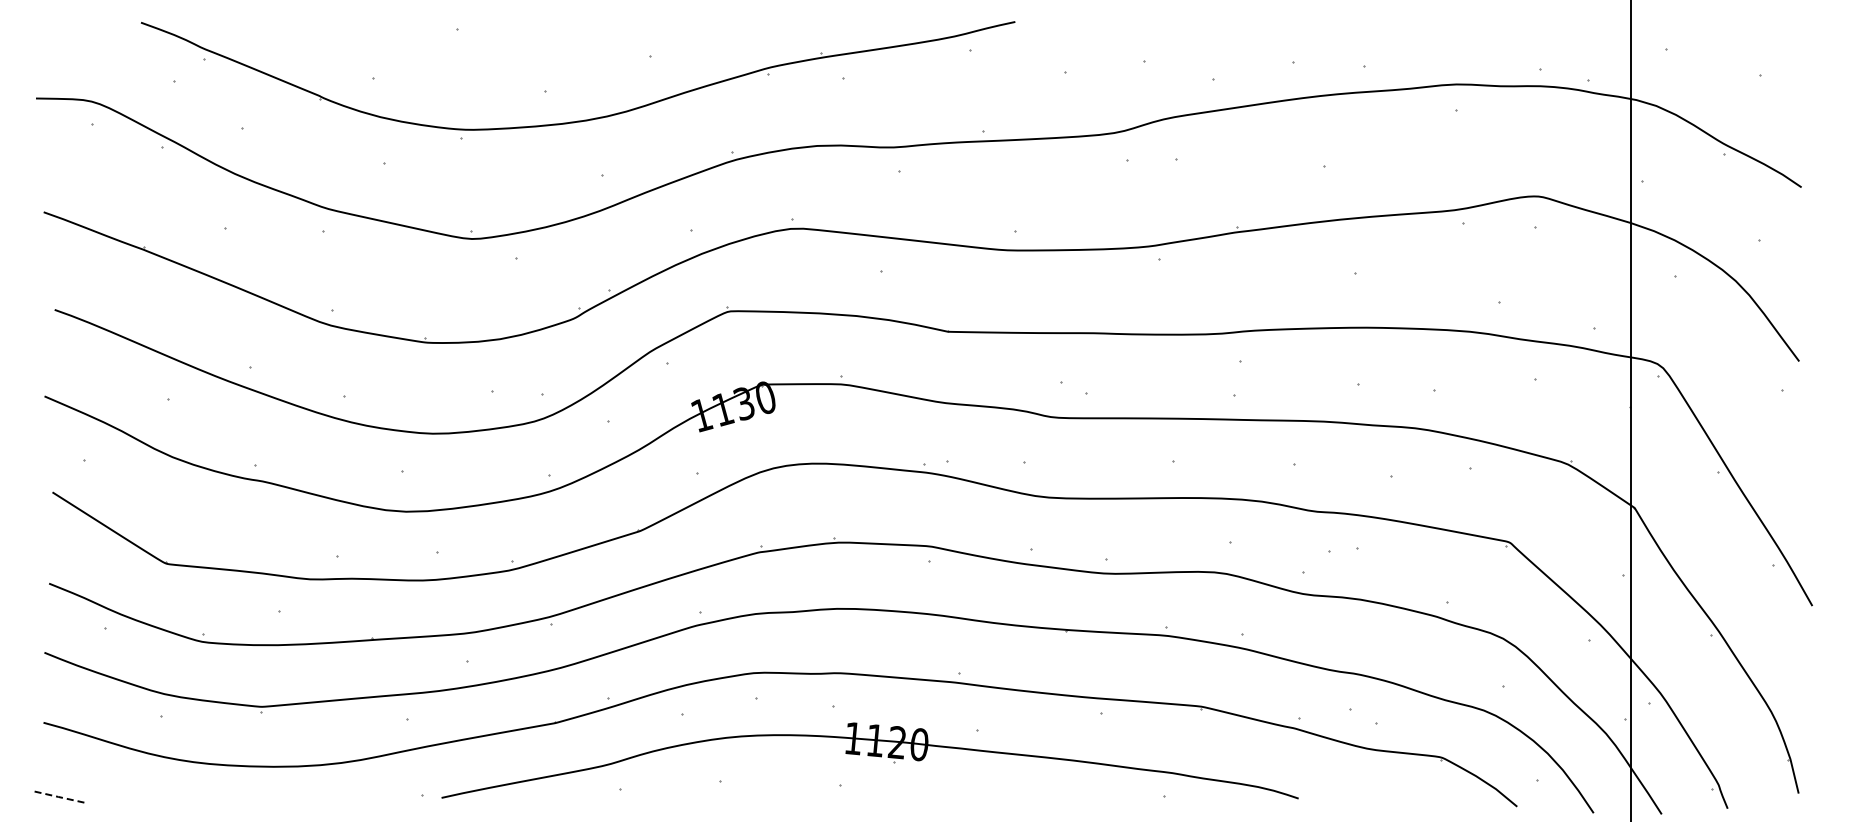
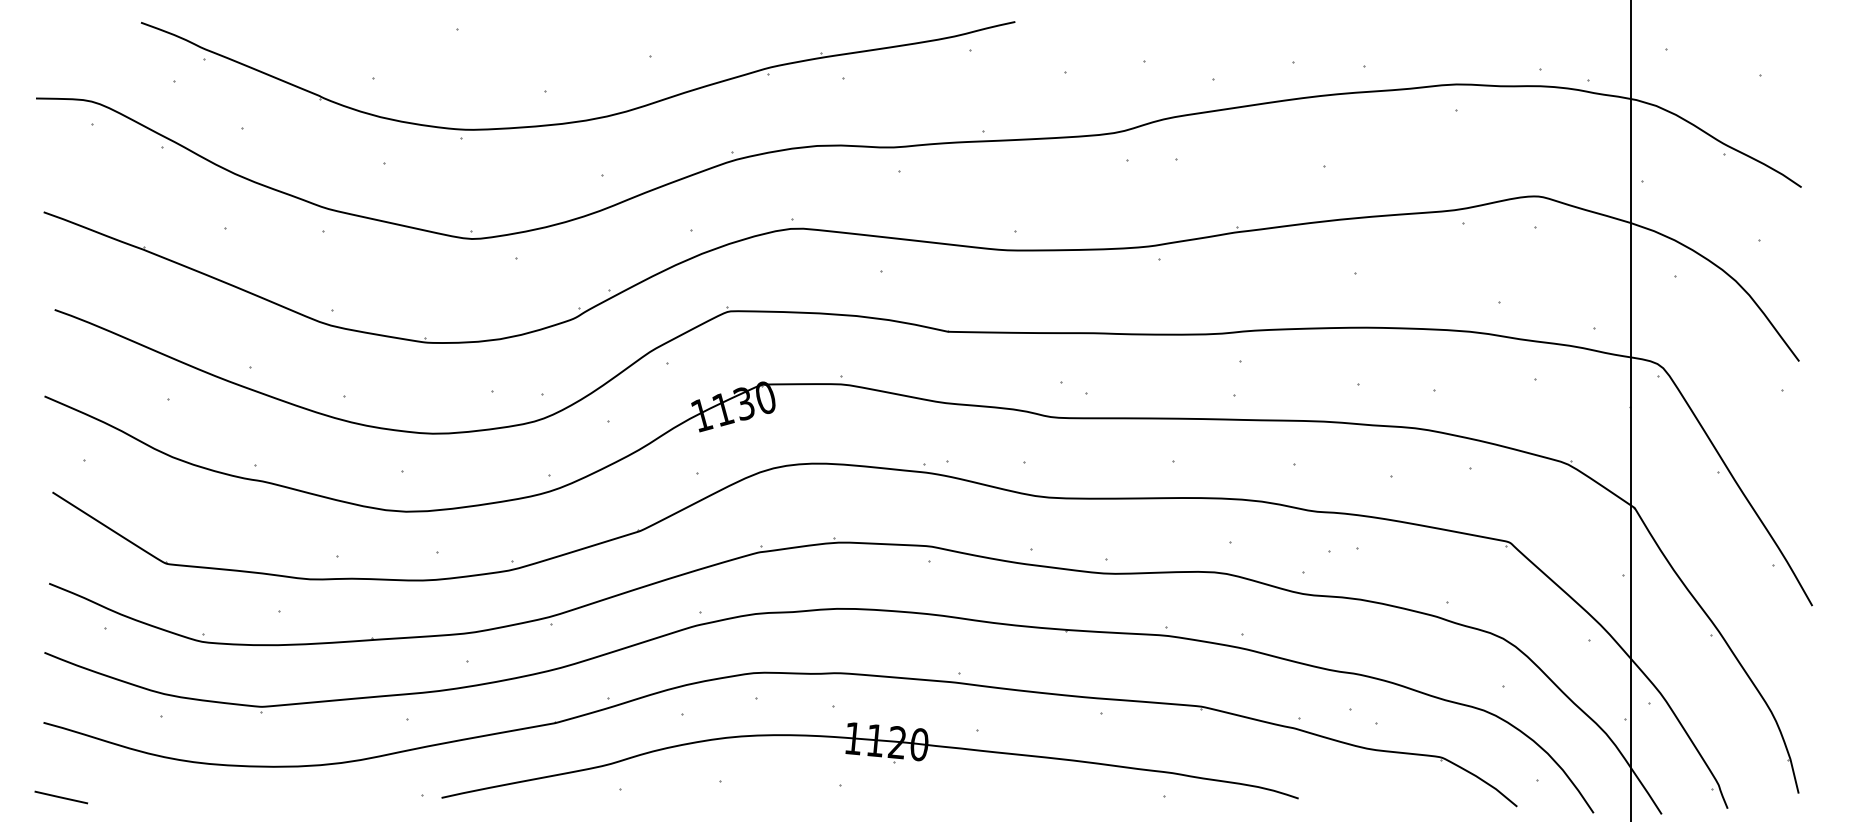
line at (61, 797): dashed -> solid
